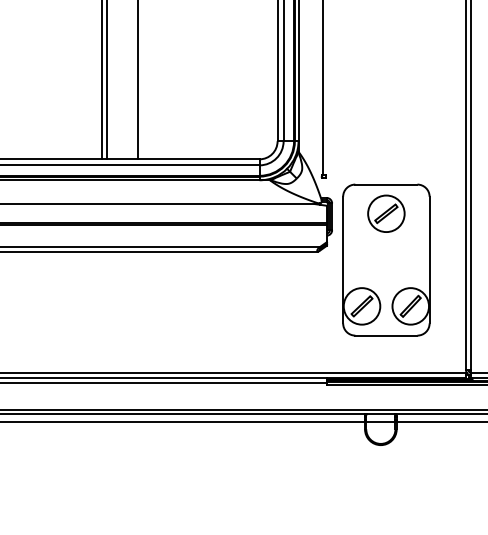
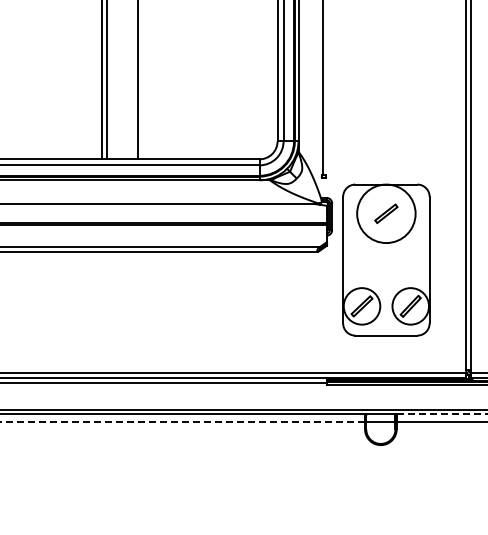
circle at (386, 213) diameter: 37 px -> 58 px
line at (441, 414): solid -> dashed
line at (182, 422): solid -> dashed
